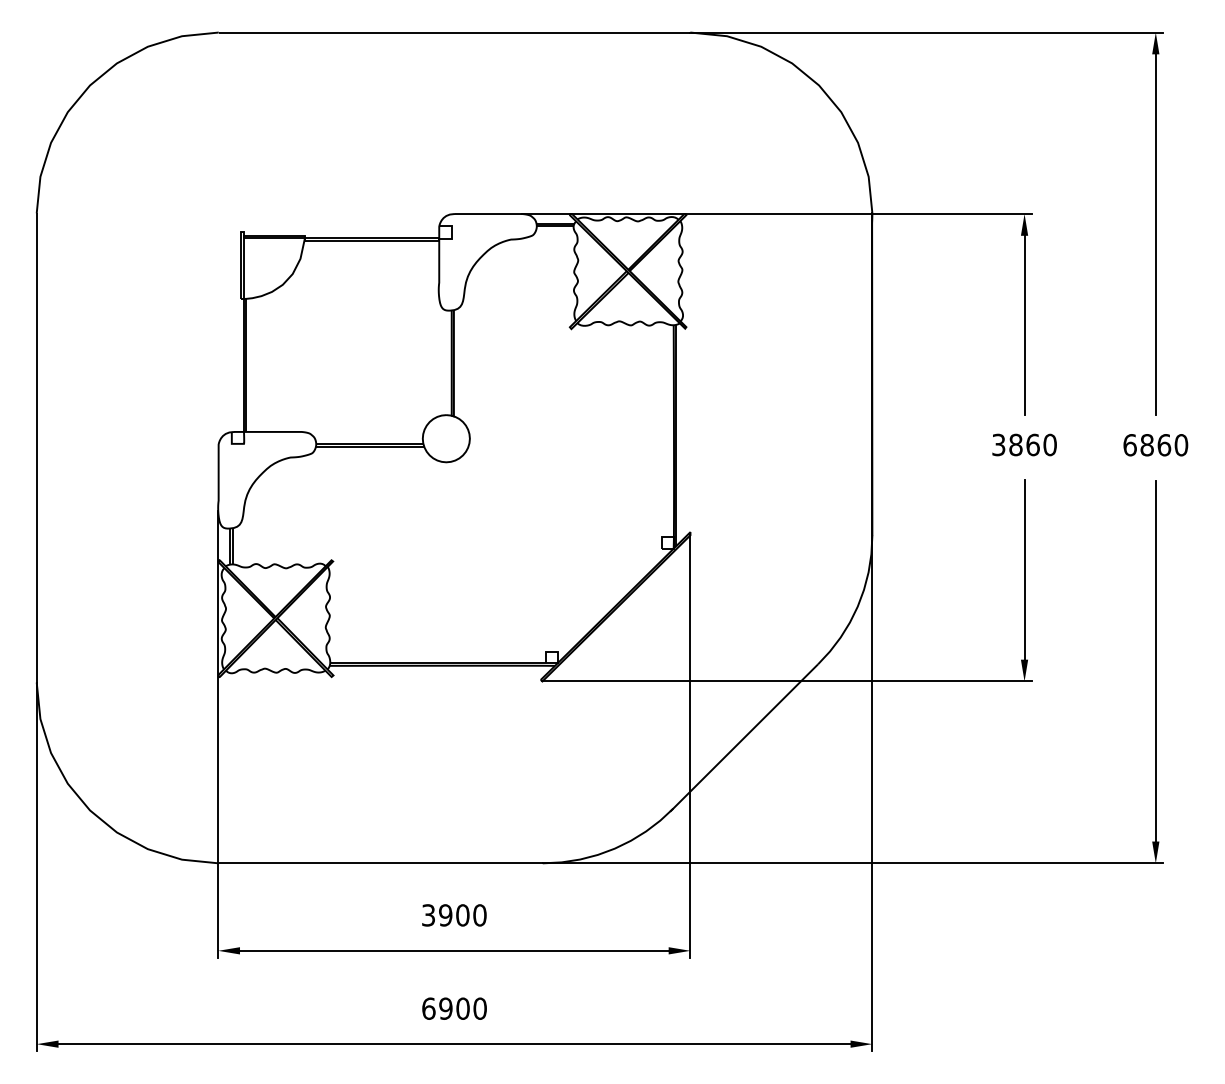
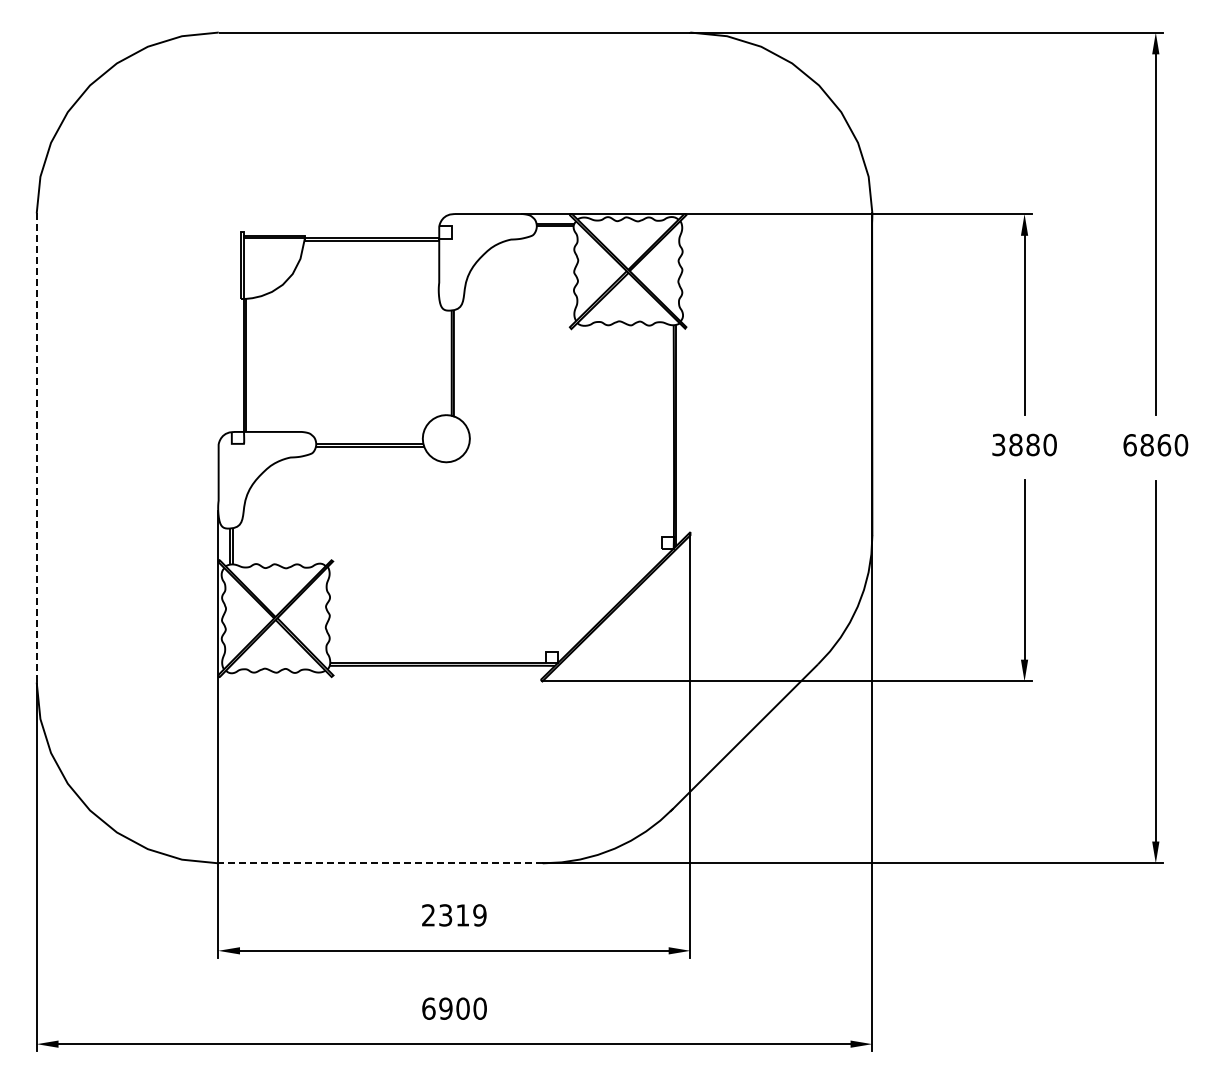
text at (1032, 444): 3860 -> 3880
line at (36, 447): solid -> dashed
line at (380, 863): solid -> dashed
text at (454, 915): 3900 -> 2319
